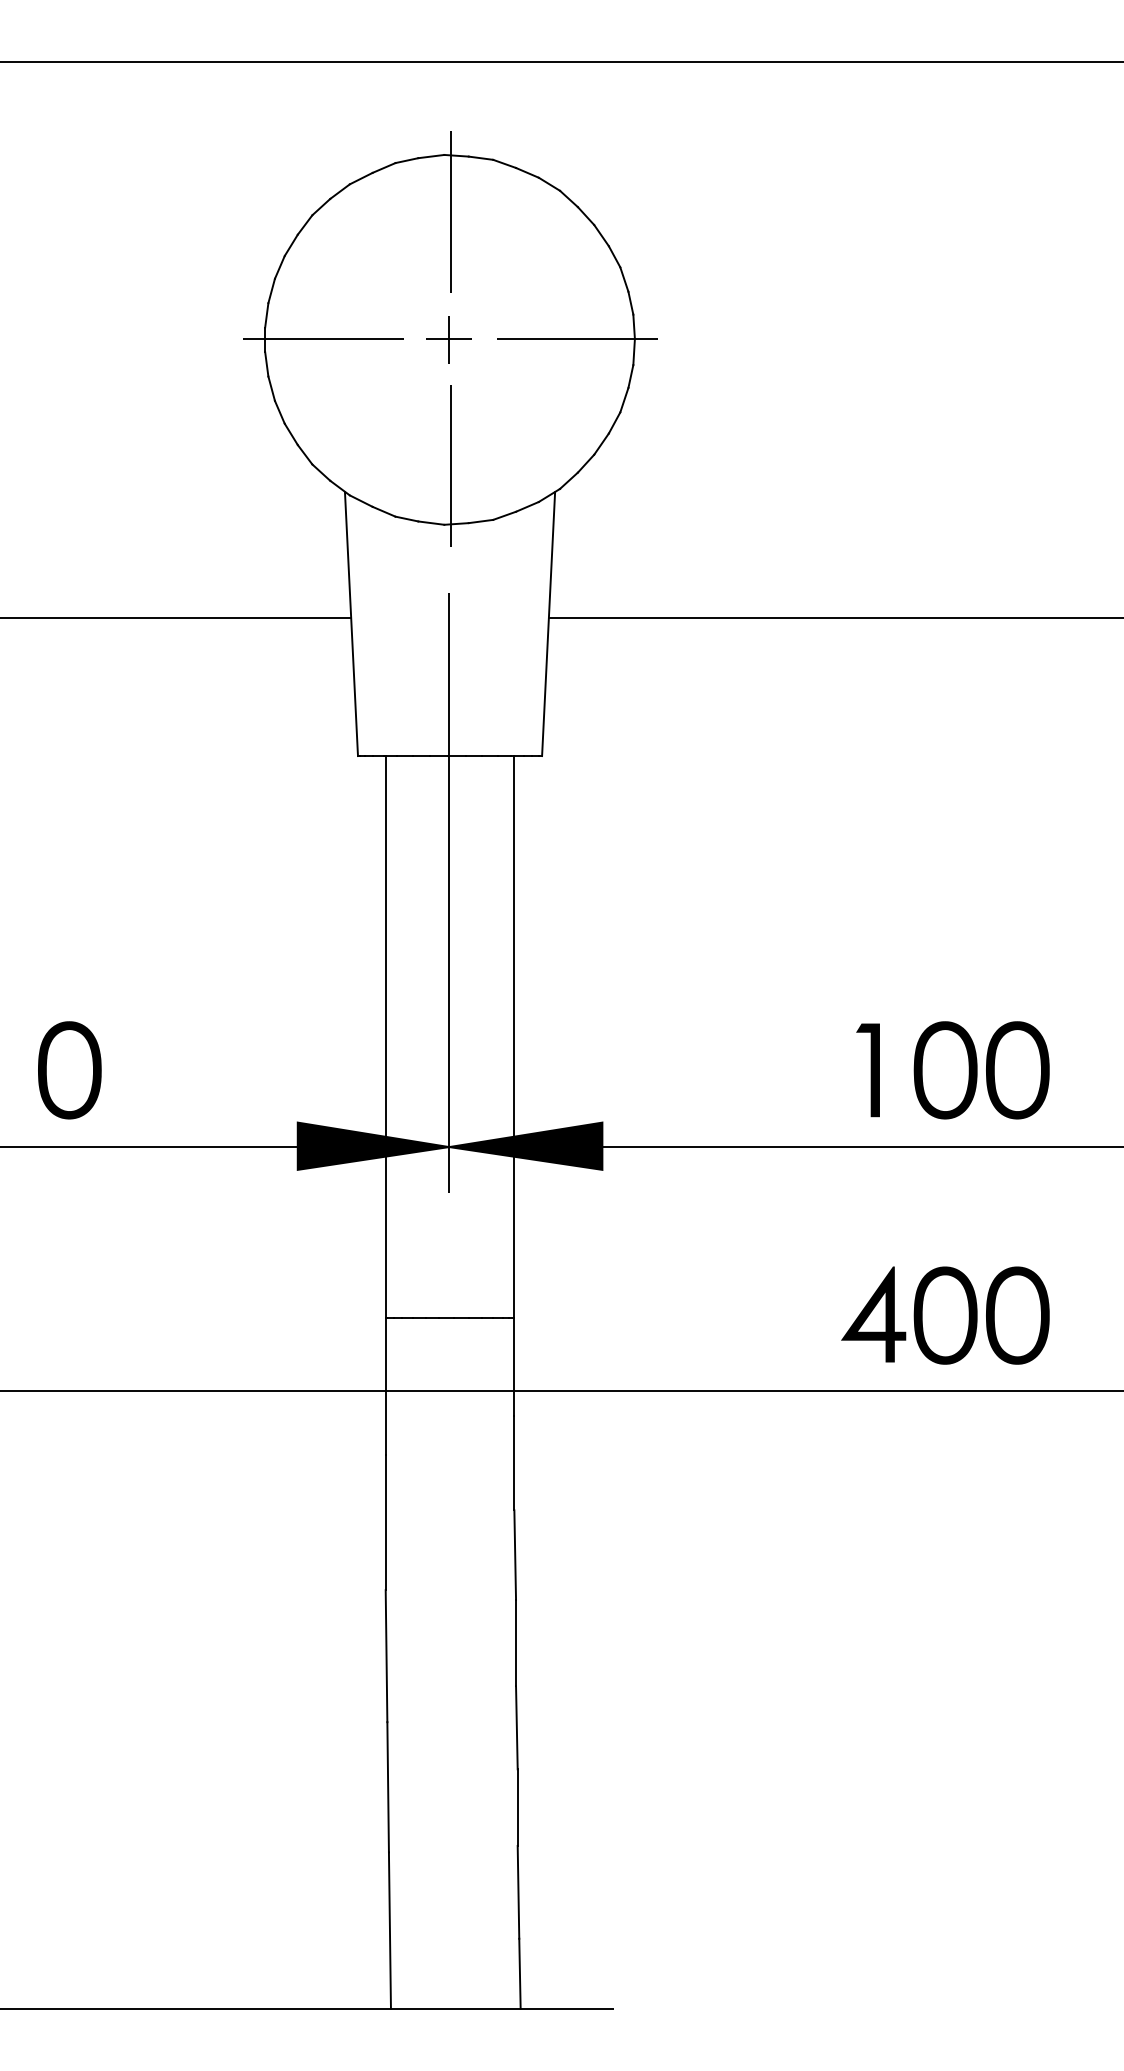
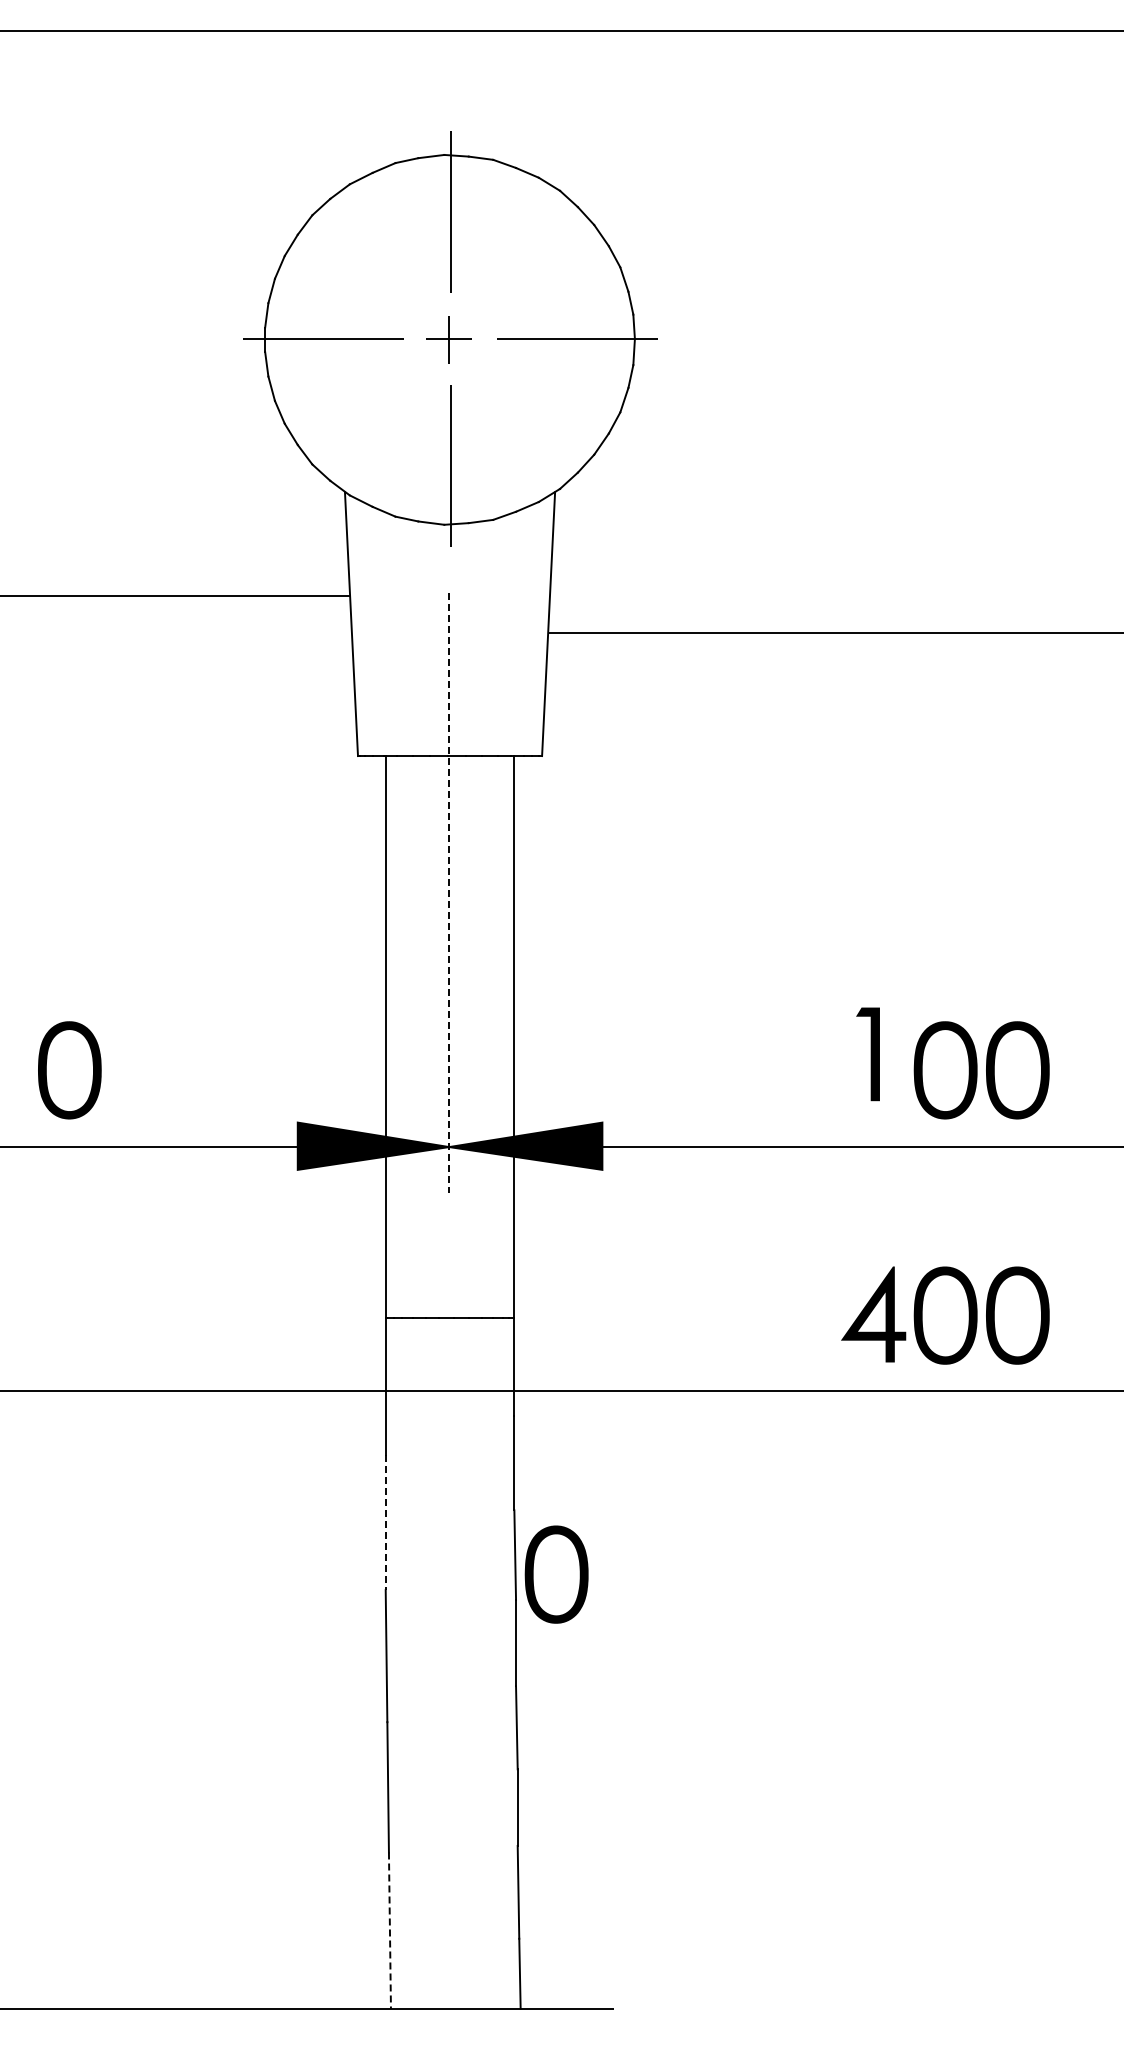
line at (561, 62) position: (561, 62) -> (561, 31)
line at (175, 617) position: (175, 617) -> (175, 595)
line at (834, 617) position: (834, 617) -> (834, 632)
line at (449, 892): solid -> dashed
part at (867, 1070) position: (867, 1070) -> (867, 1054)
line at (385, 1522): solid -> dashed
part at (556, 1574): none -> present
line at (389, 1931): solid -> dashed
